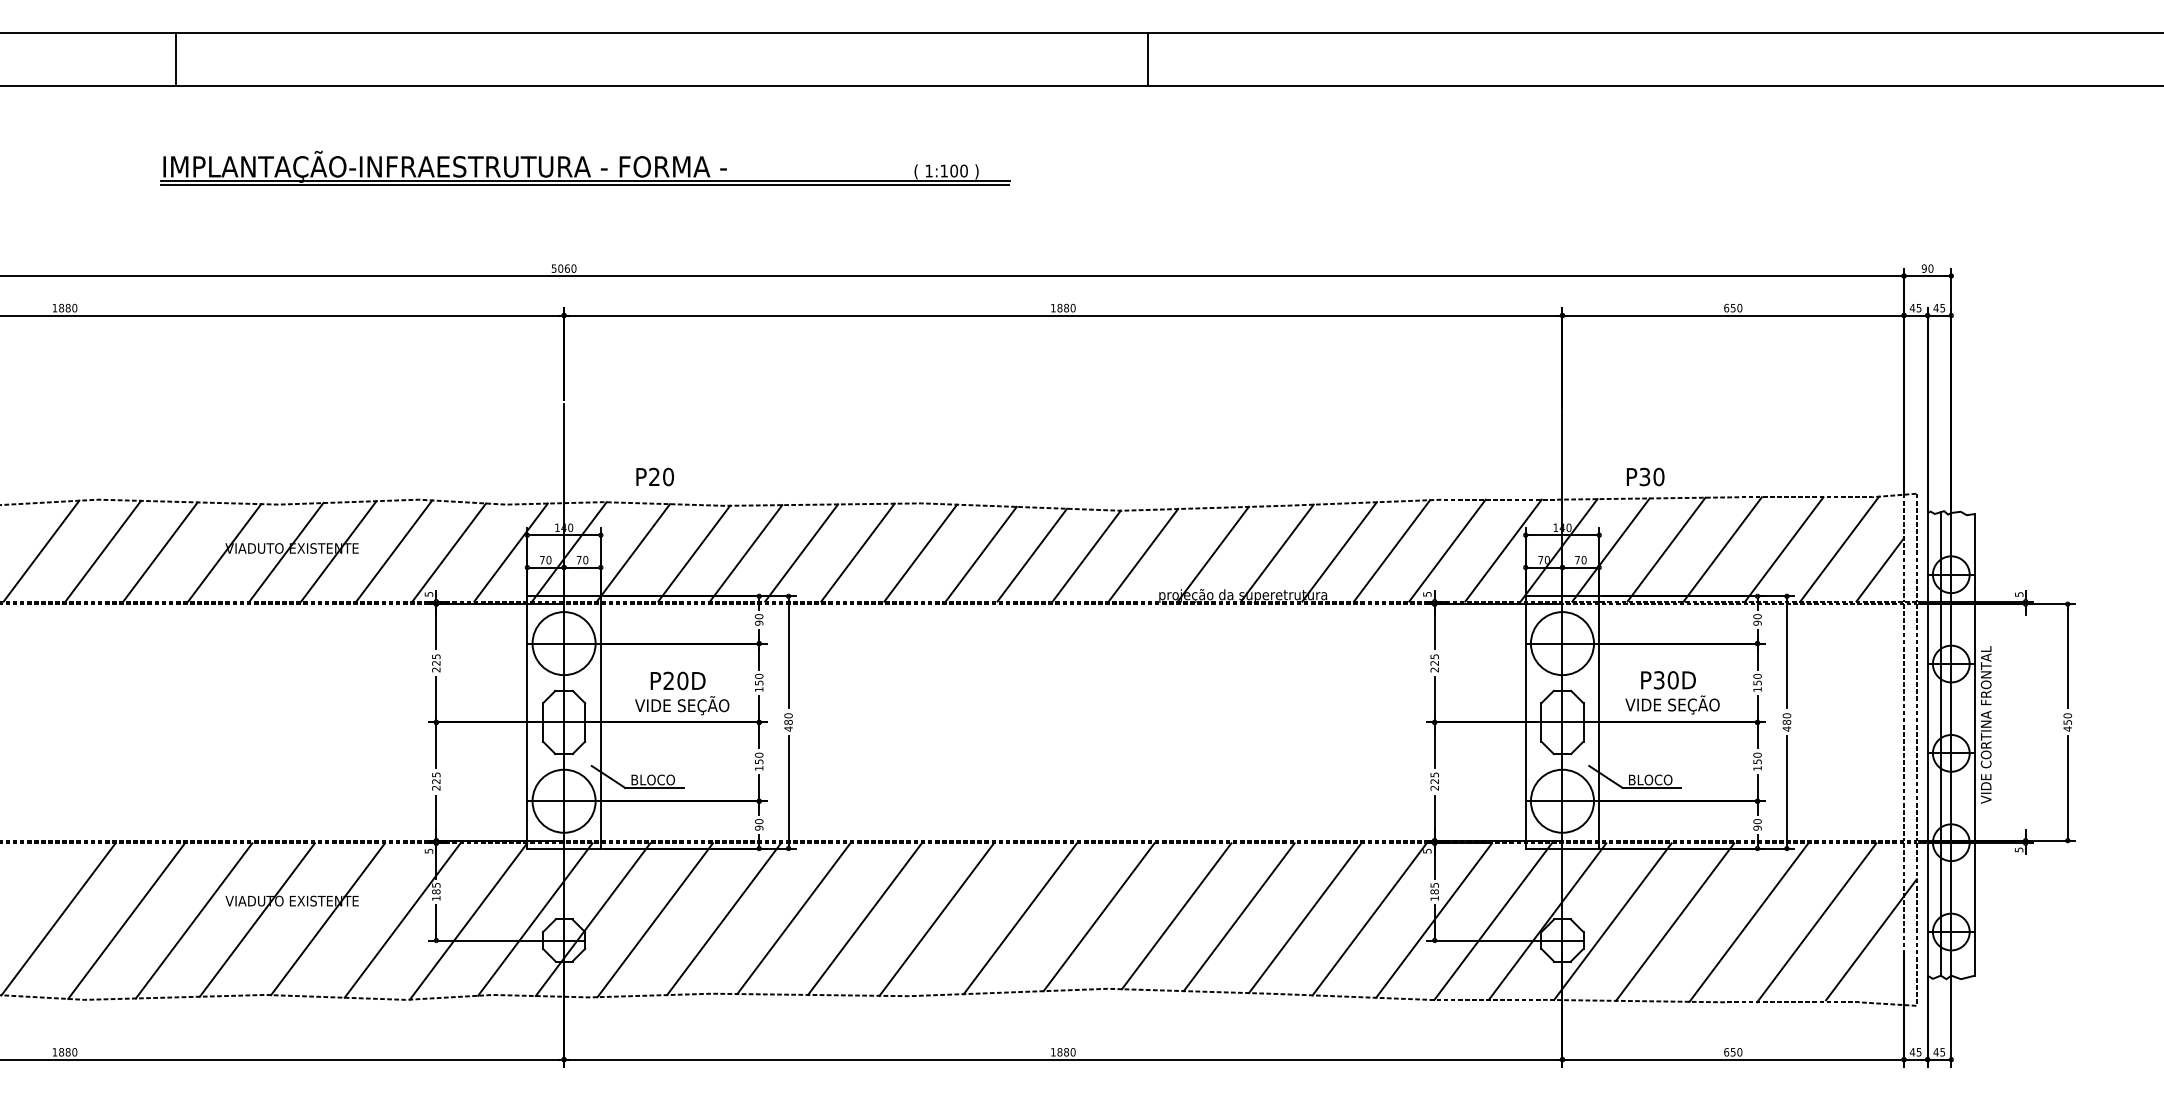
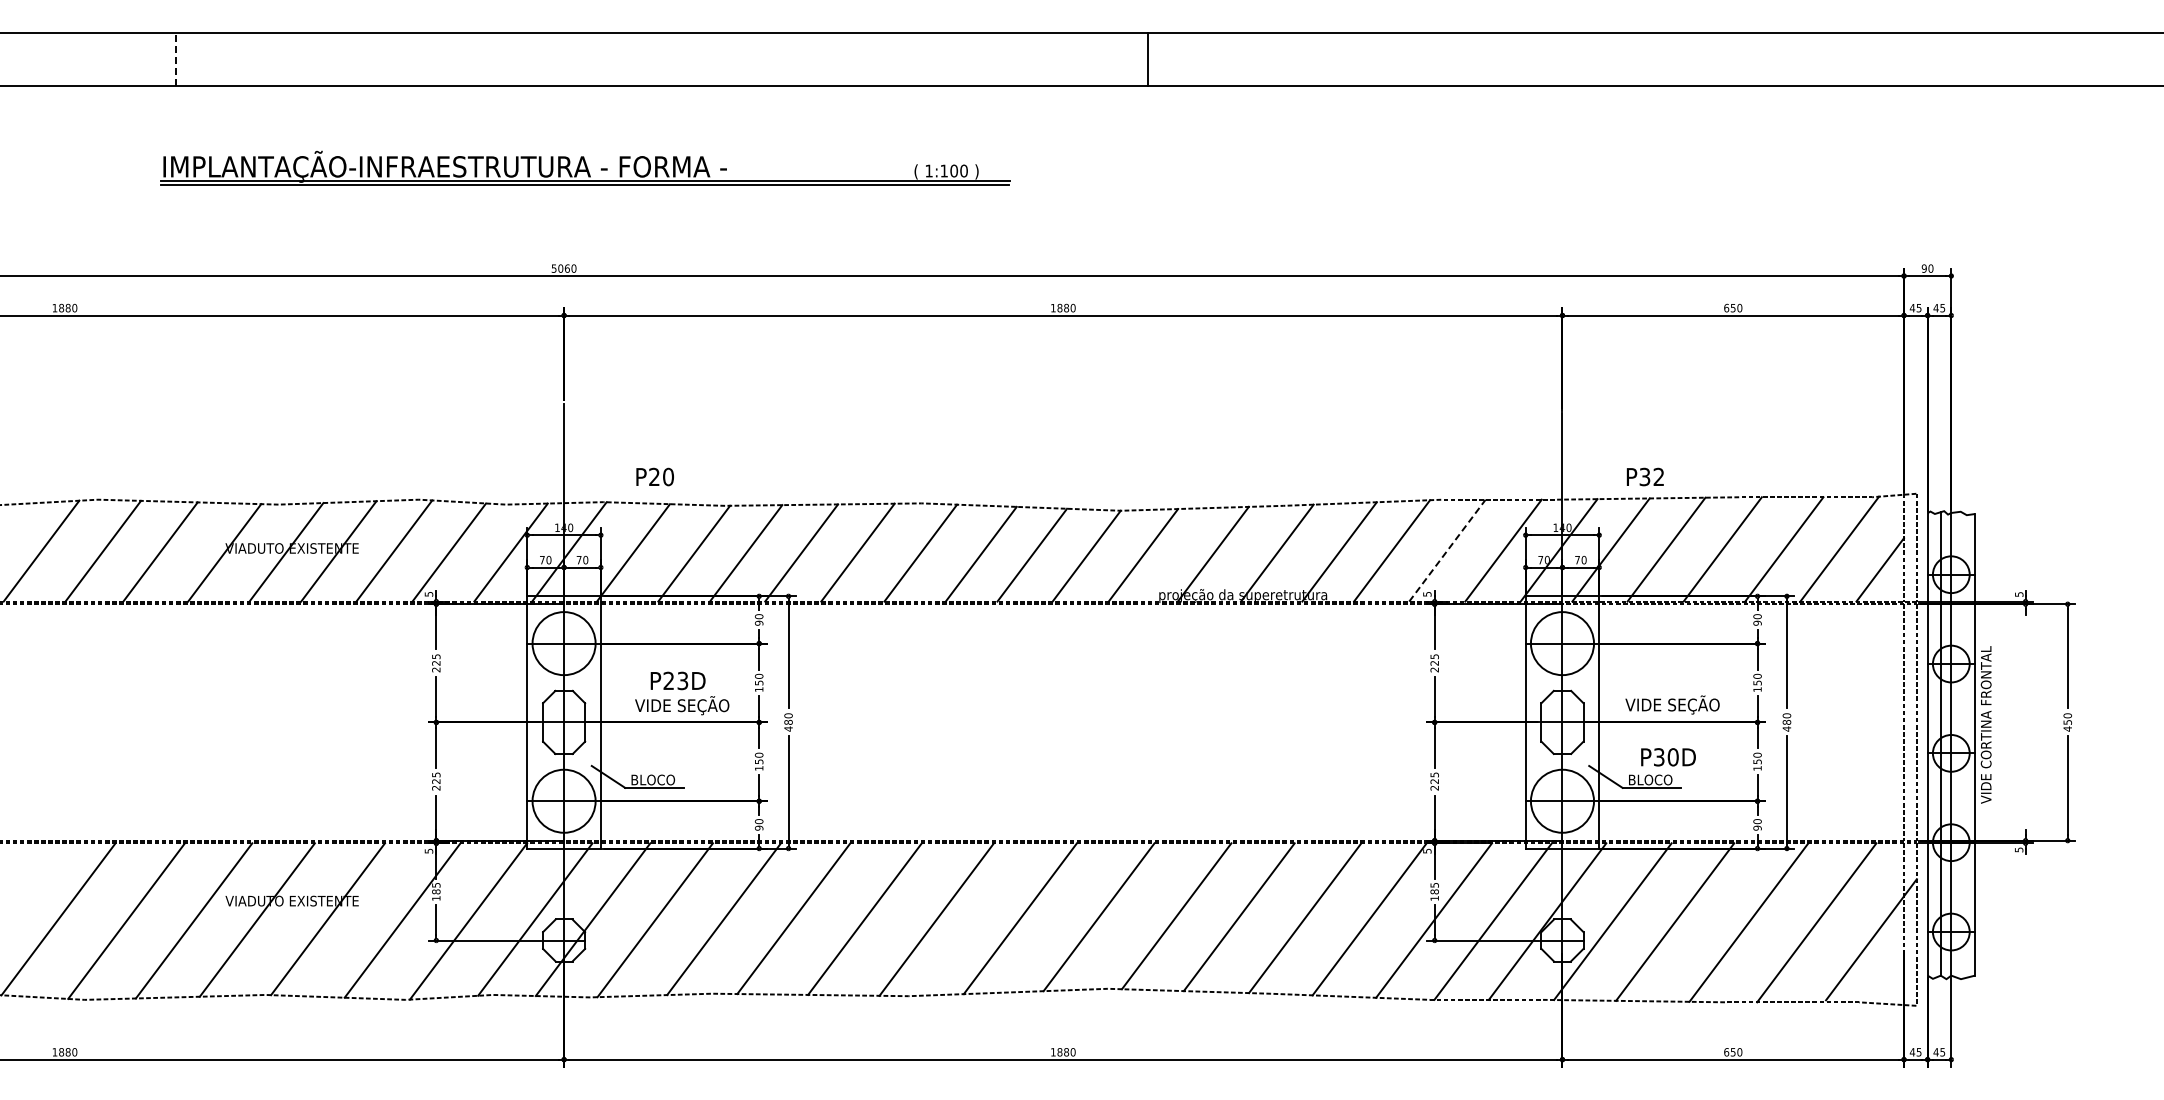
line at (176, 58): solid -> dashed
text at (1658, 476): P30 -> P32
line at (1447, 550): solid -> dashed
text at (682, 680): P20D -> P23D
text at (1668, 680) position: (1668, 680) -> (1668, 757)
